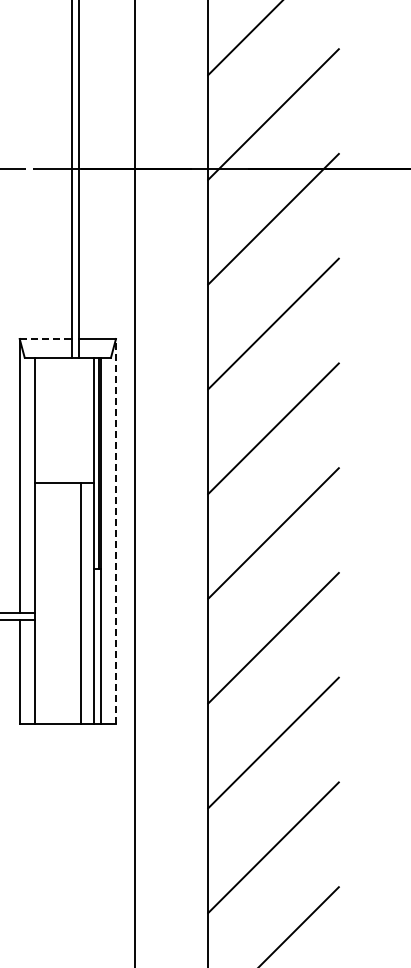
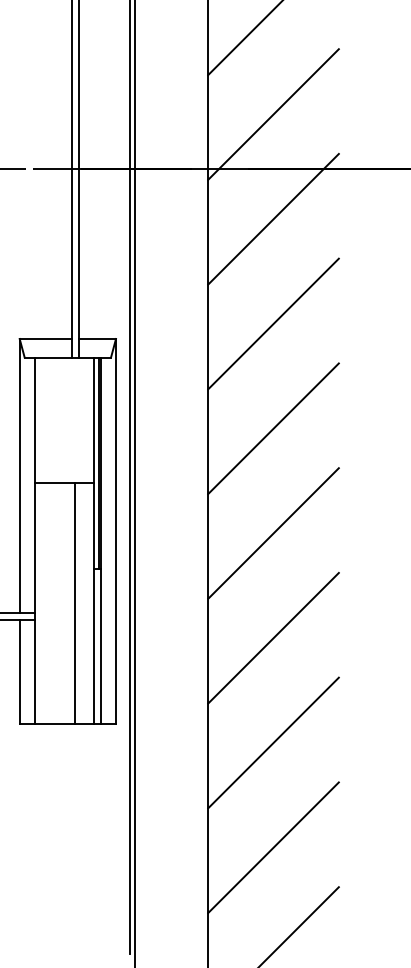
line at (45, 339): dashed -> solid
line at (129, 477): none -> present
line at (116, 531): dashed -> solid
line at (80, 603) position: (80, 603) -> (74, 603)
